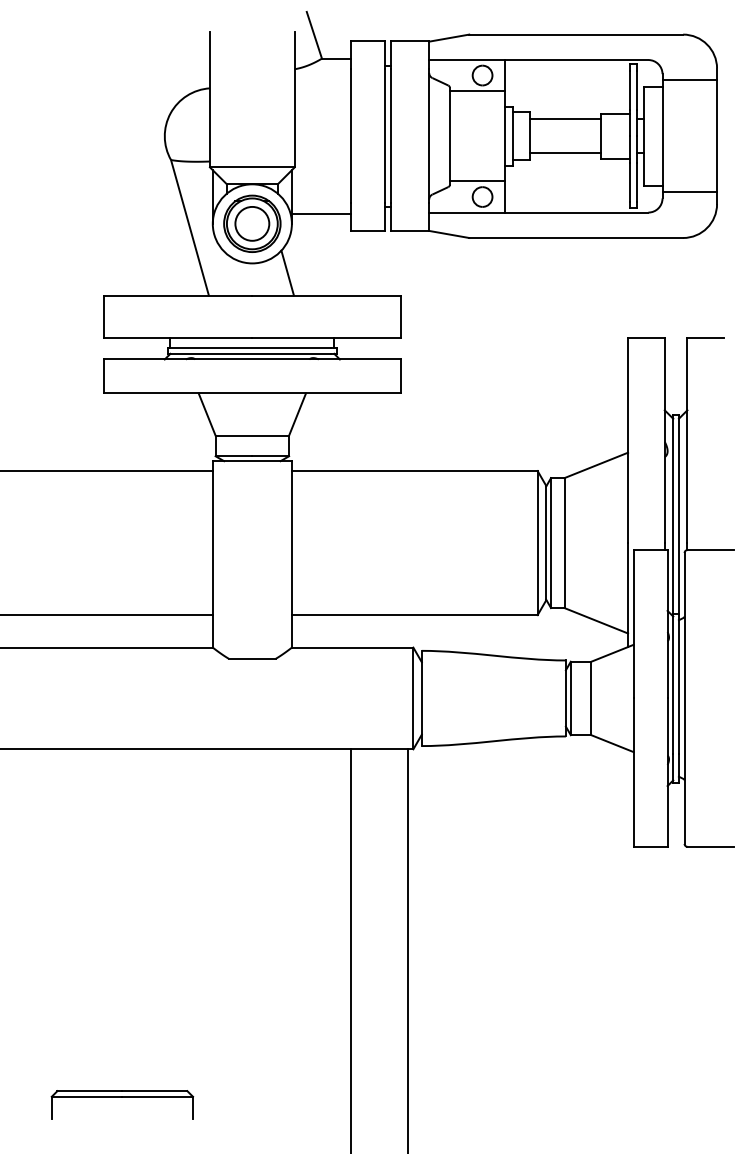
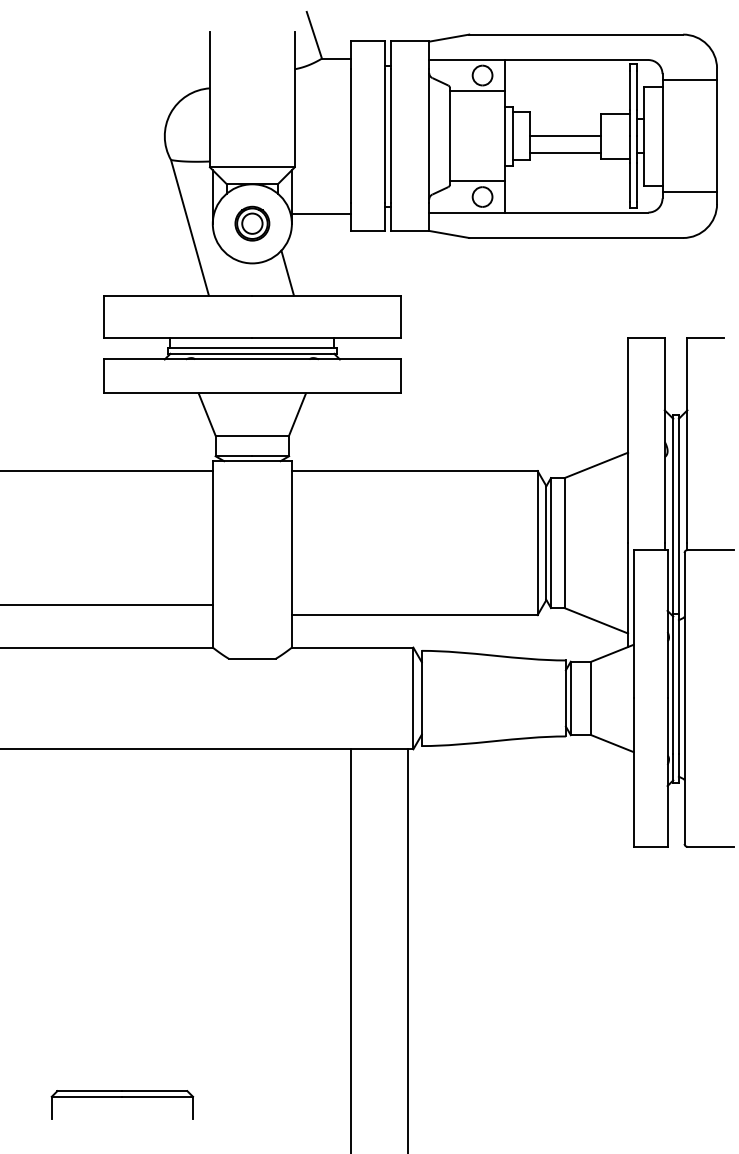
line at (565, 119) position: (565, 119) -> (565, 136)
part at (252, 223) size: 59x59 px -> 37x37 px
line at (107, 615) position: (107, 615) -> (107, 605)
